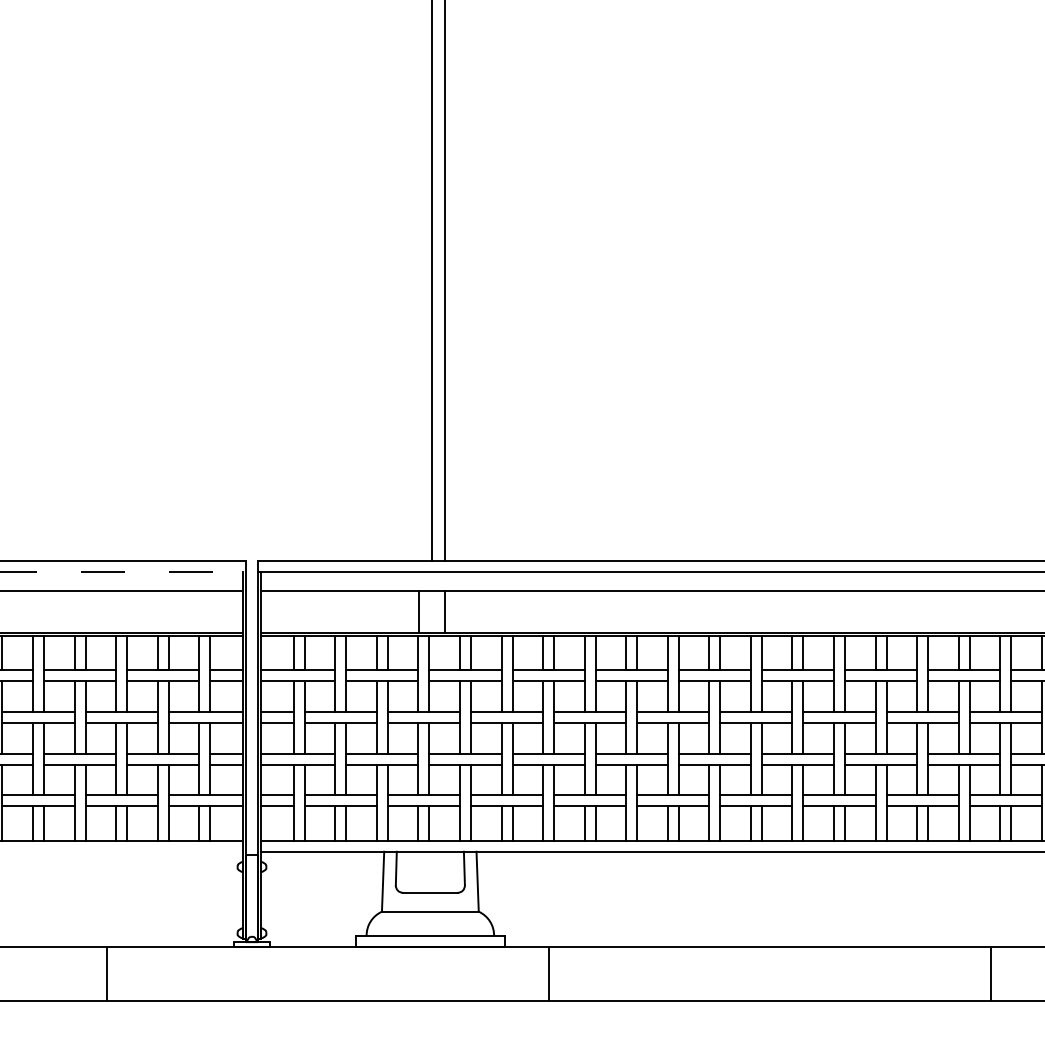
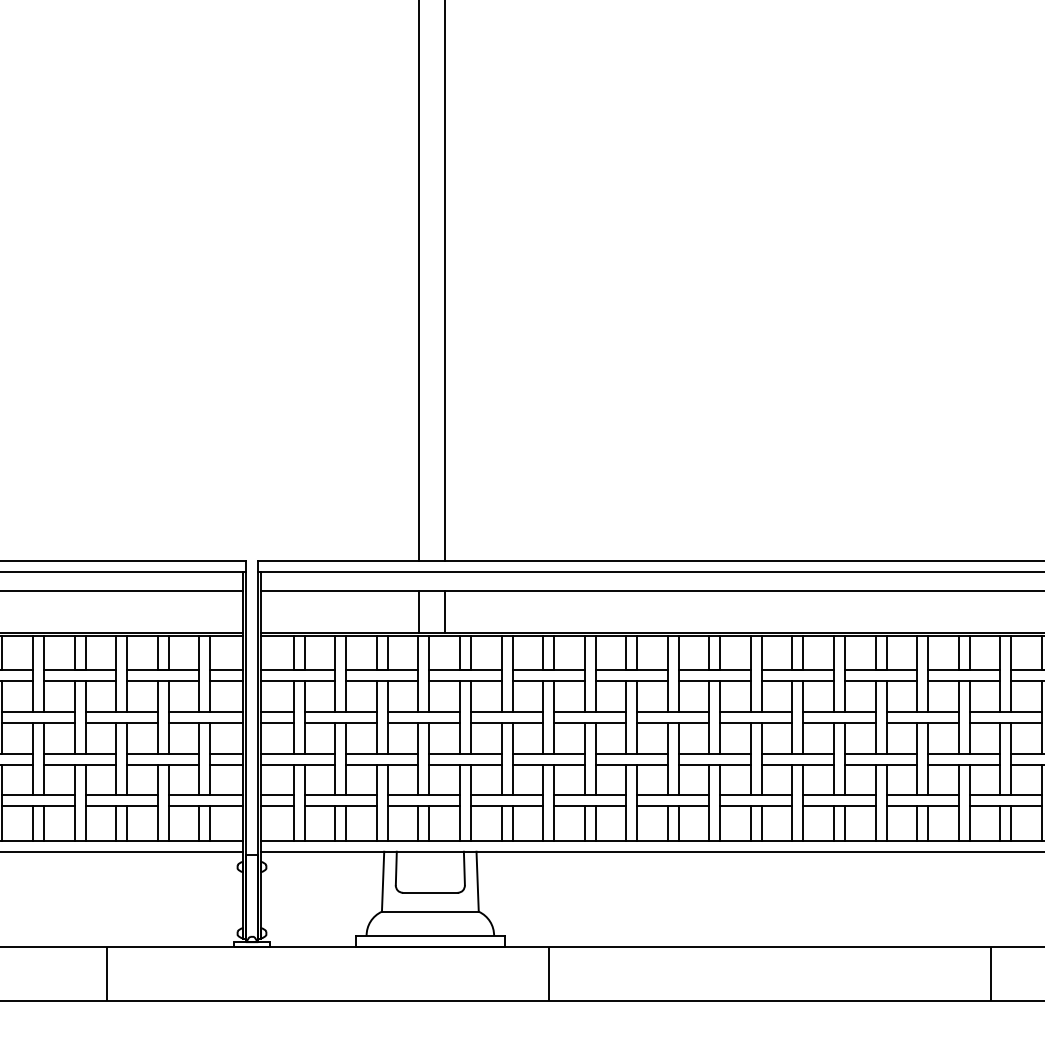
line at (432, 281) position: (432, 281) -> (419, 281)
line at (123, 571): dashed -> solid
line at (122, 851): none -> present
